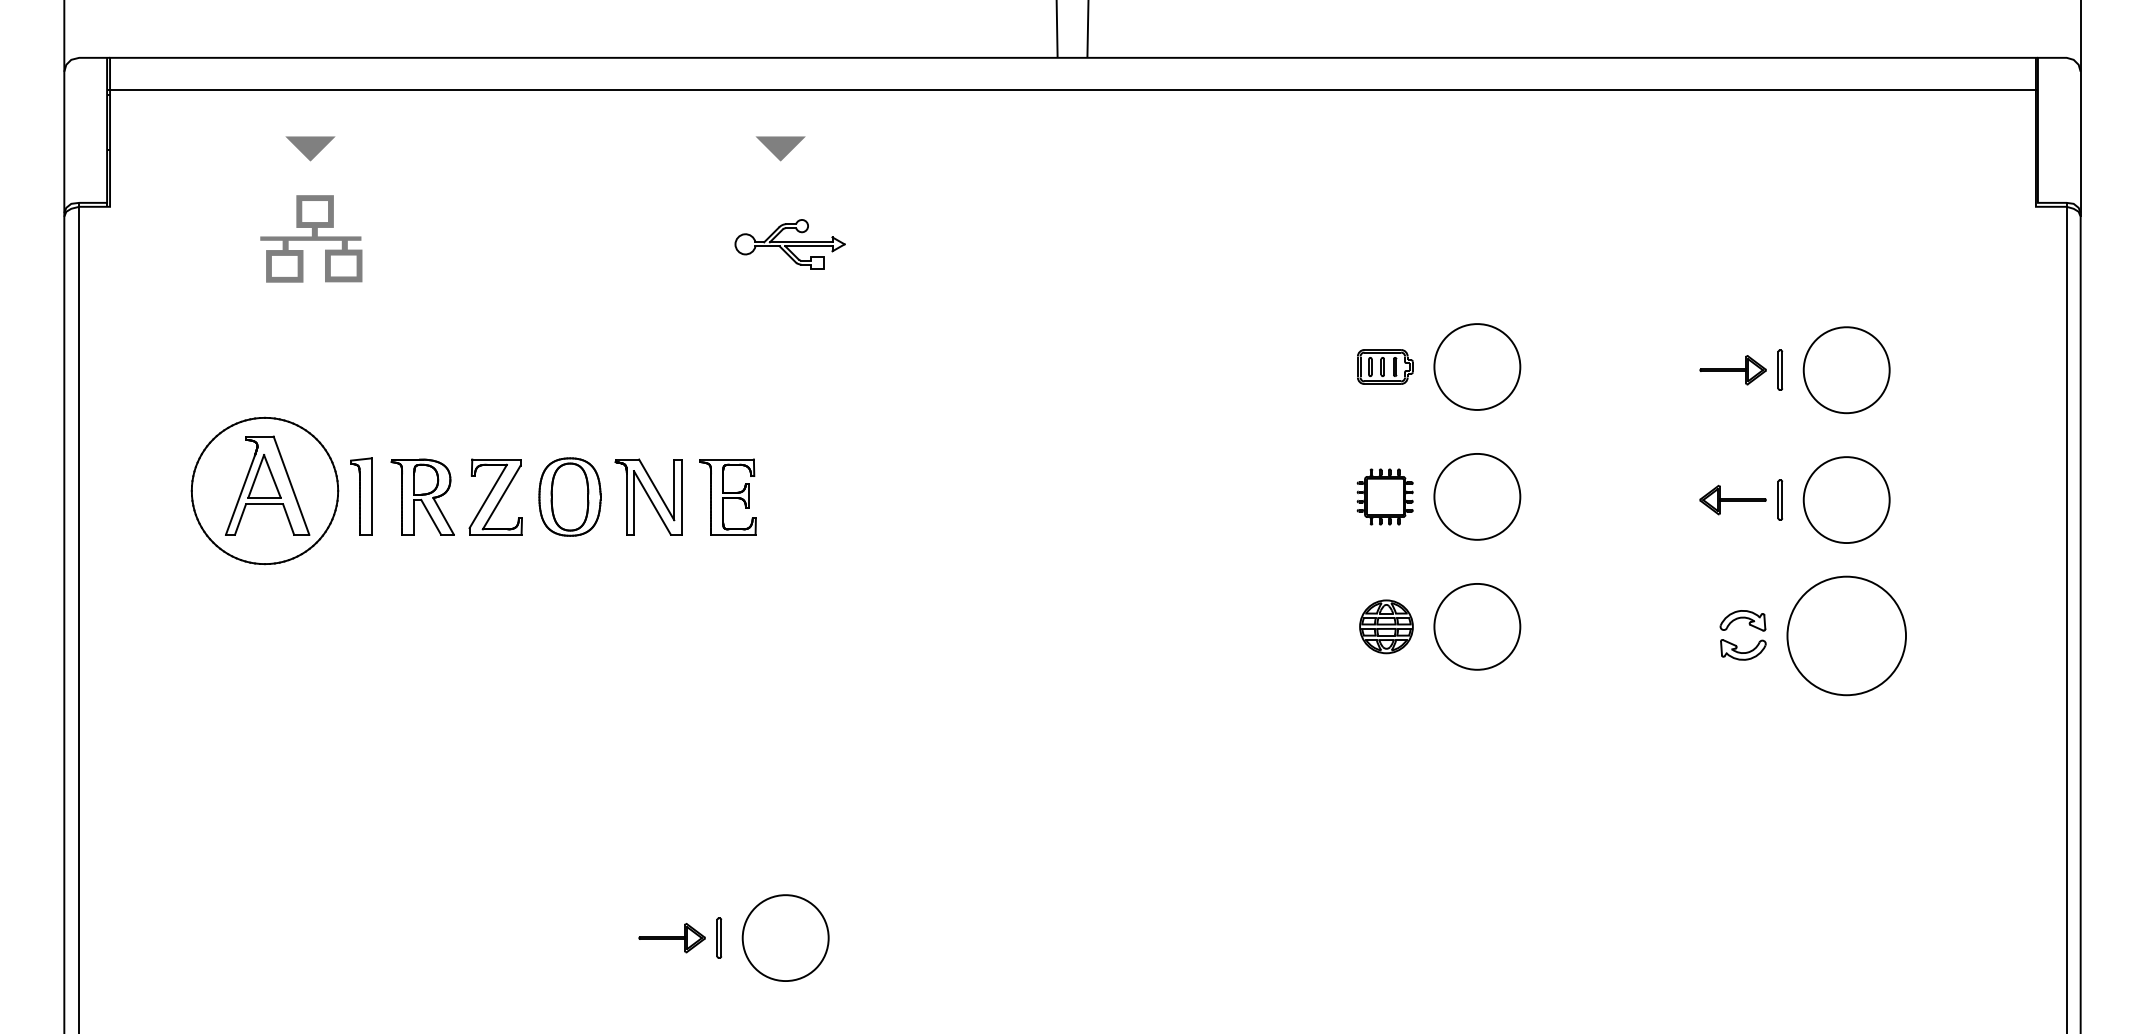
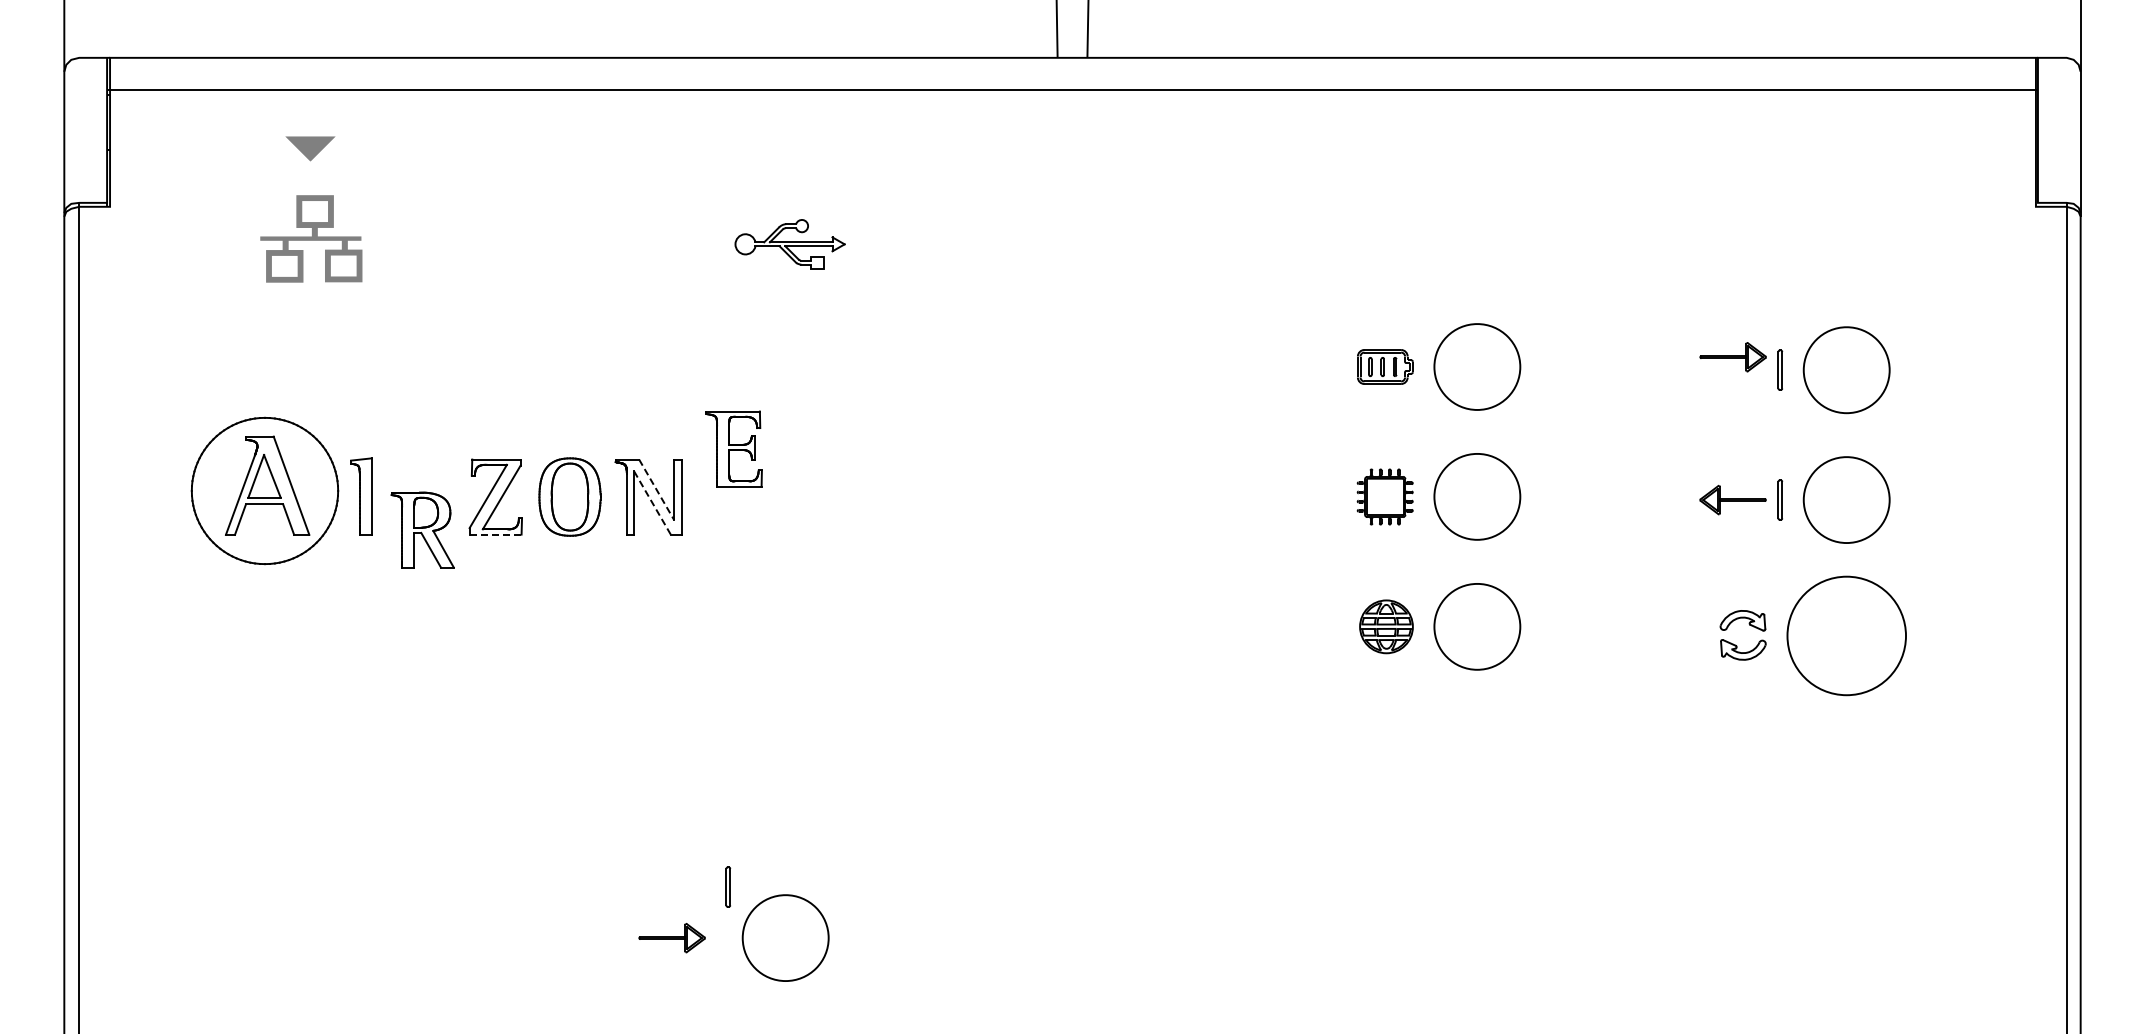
part at (780, 148): present -> none
part at (1732, 370) position: (1732, 370) -> (1732, 357)
line at (656, 490): solid -> dashed
part at (422, 496) position: (422, 496) -> (422, 529)
part at (727, 496) position: (727, 496) -> (733, 448)
line at (652, 502): solid -> dashed
line at (495, 534): solid -> dashed
part at (719, 937) position: (719, 937) -> (728, 886)
